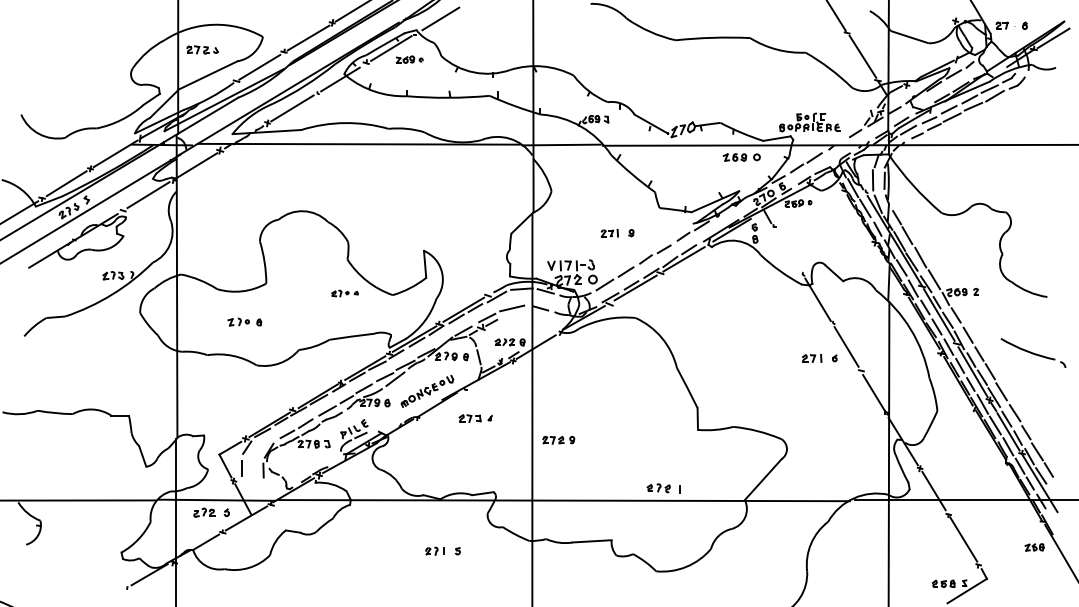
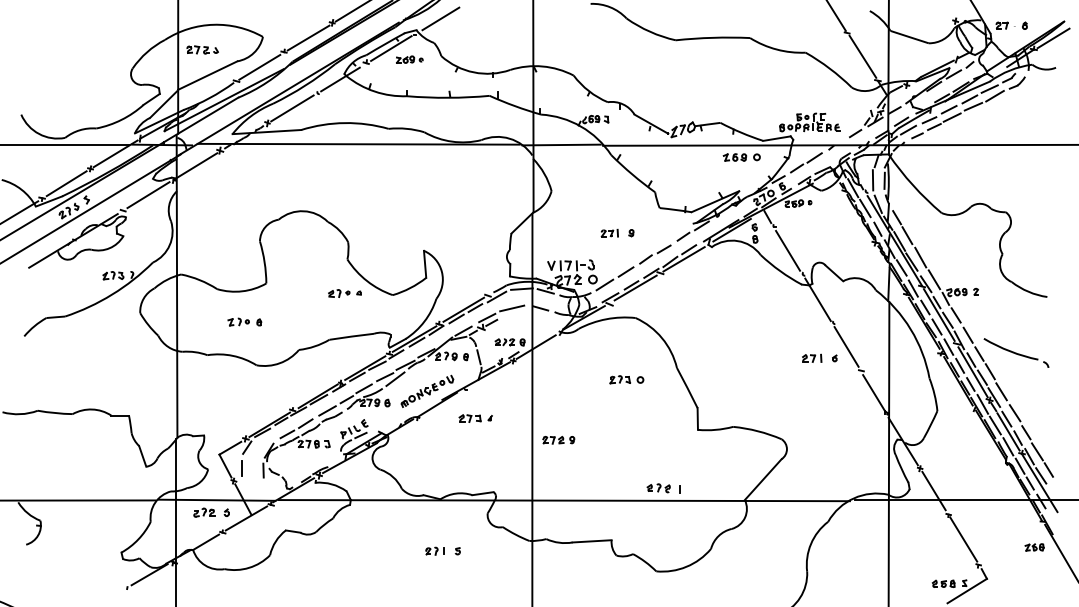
line at (65, 145): none -> present
line at (788, 250): none -> present
part at (344, 293) size: 28x9 px -> 34x9 px
part at (1033, 352) position: (1033, 352) -> (1016, 352)
part at (626, 379): none -> present
